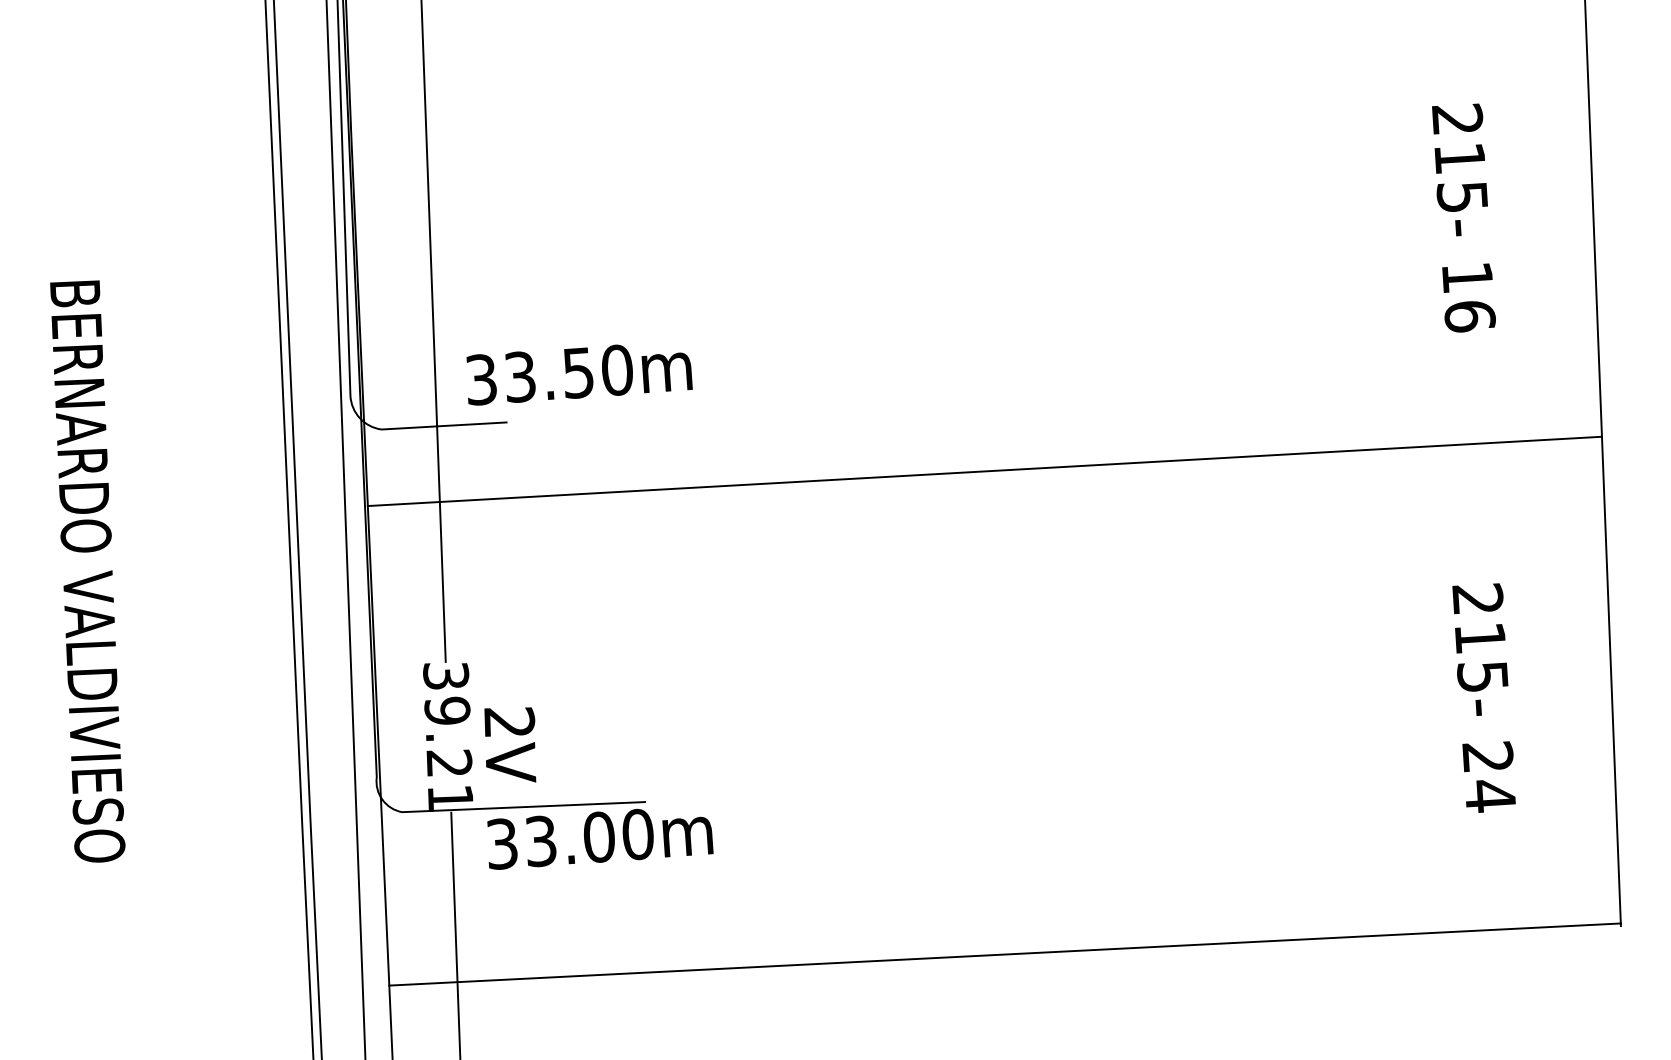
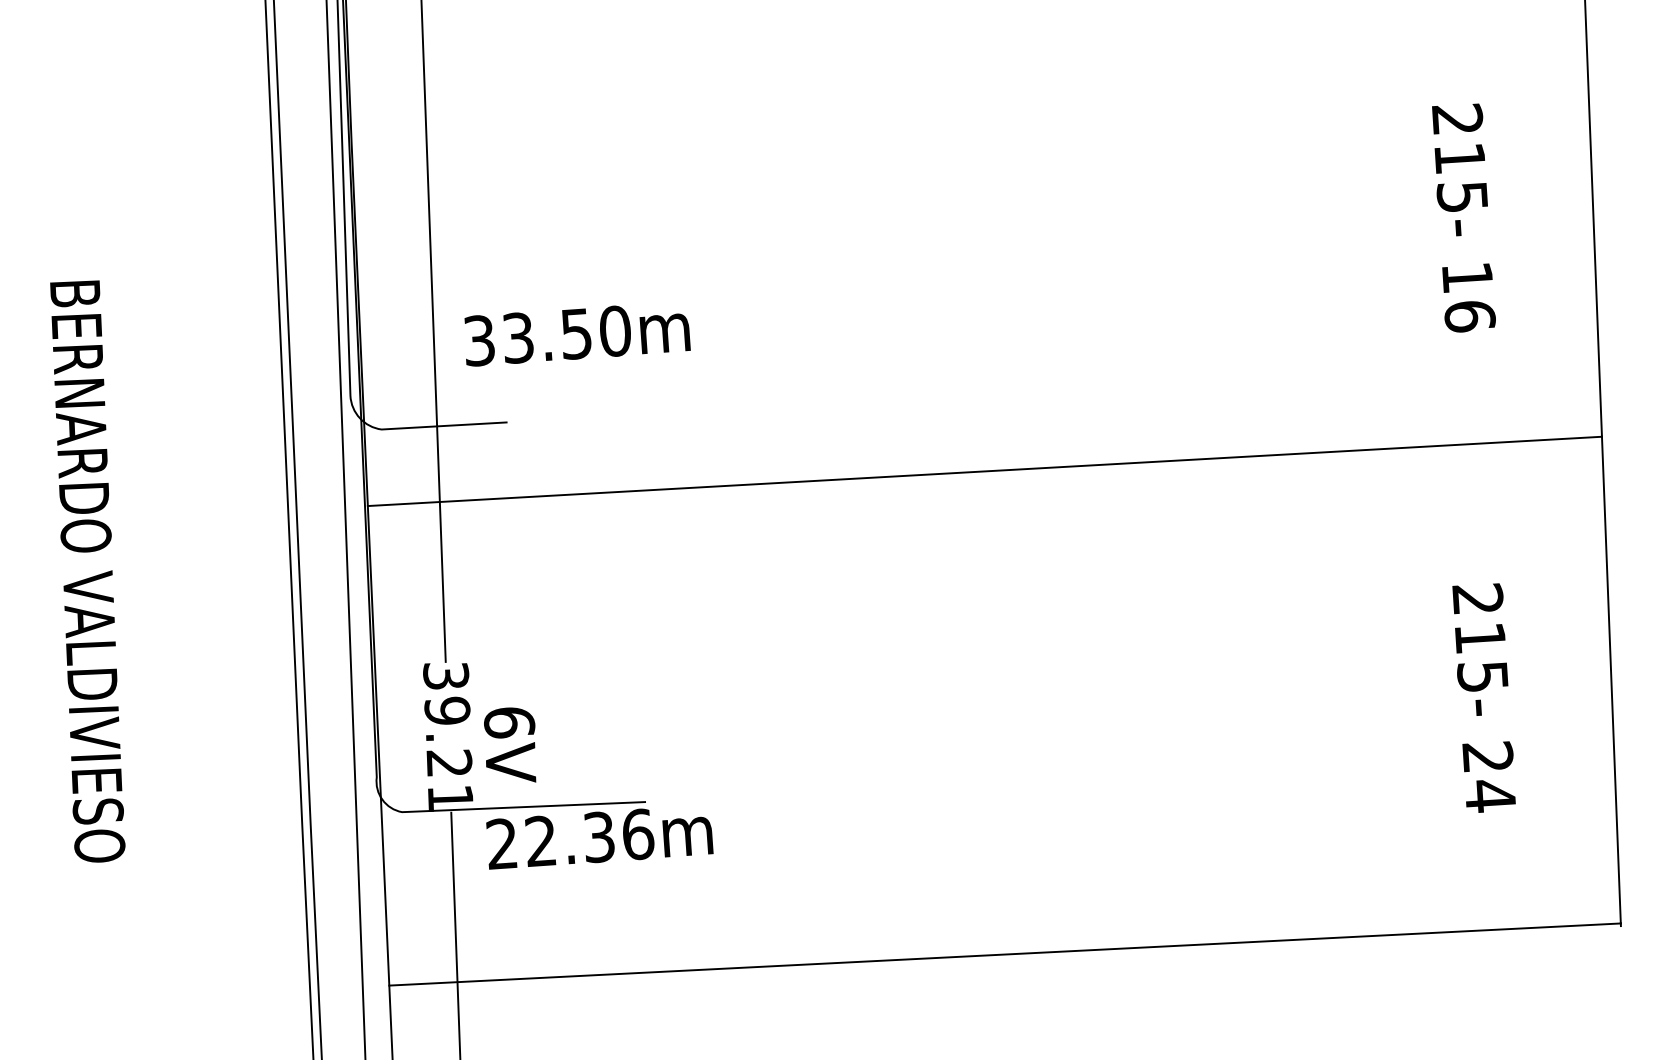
text at (579, 374) position: (579, 374) -> (577, 335)
text at (509, 722): 2V -> 6V
text at (570, 838): 33.00m -> 22.36m
